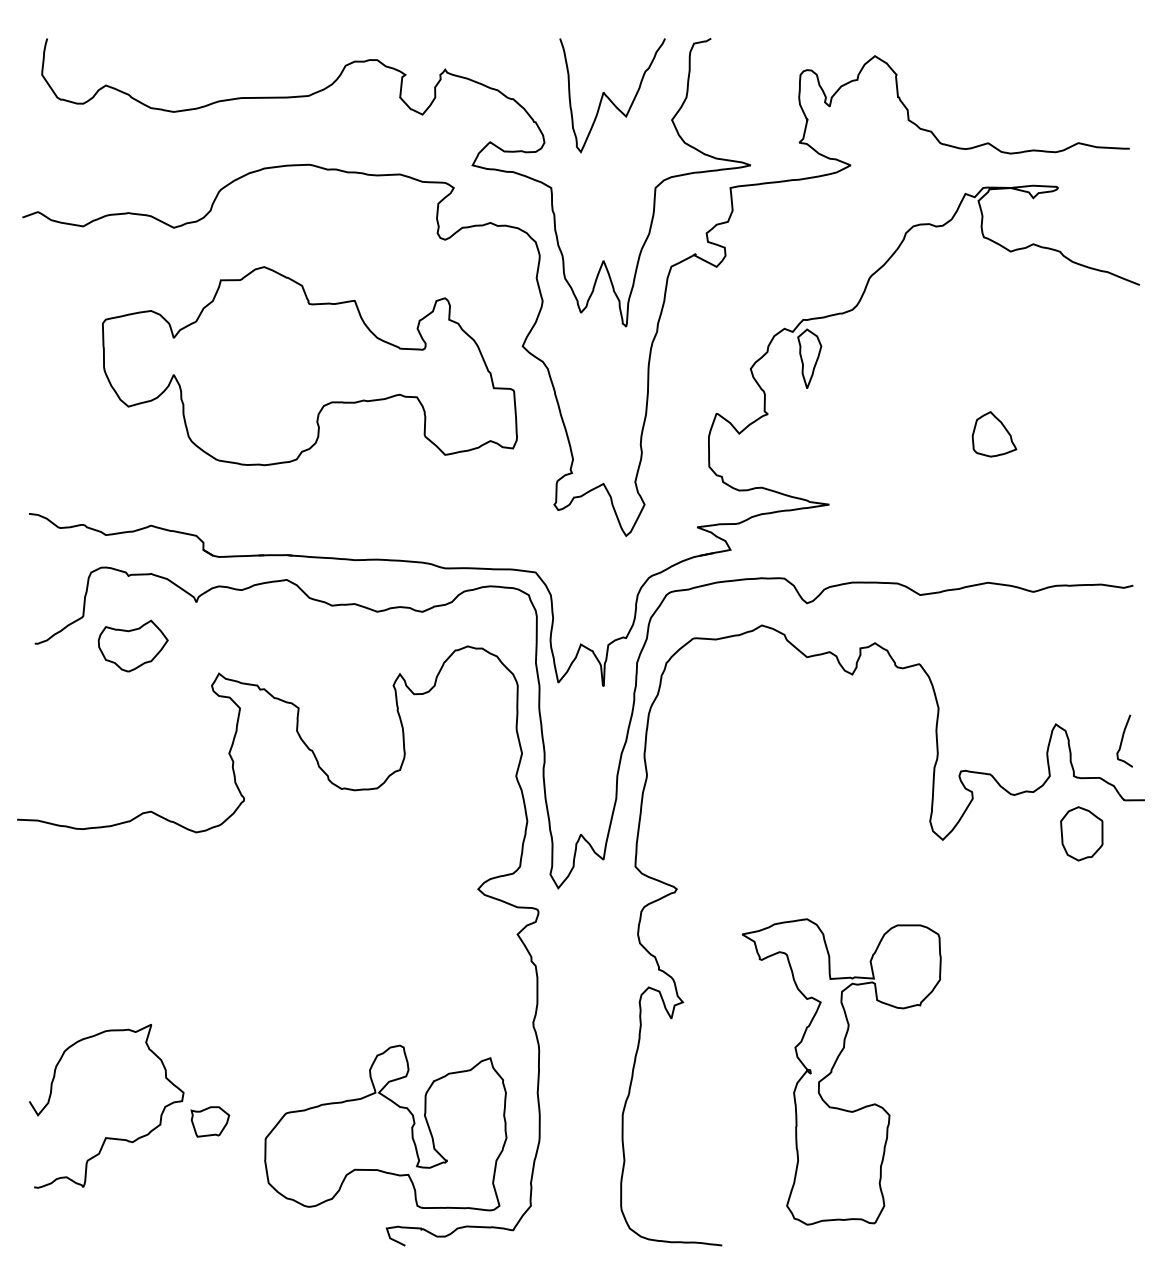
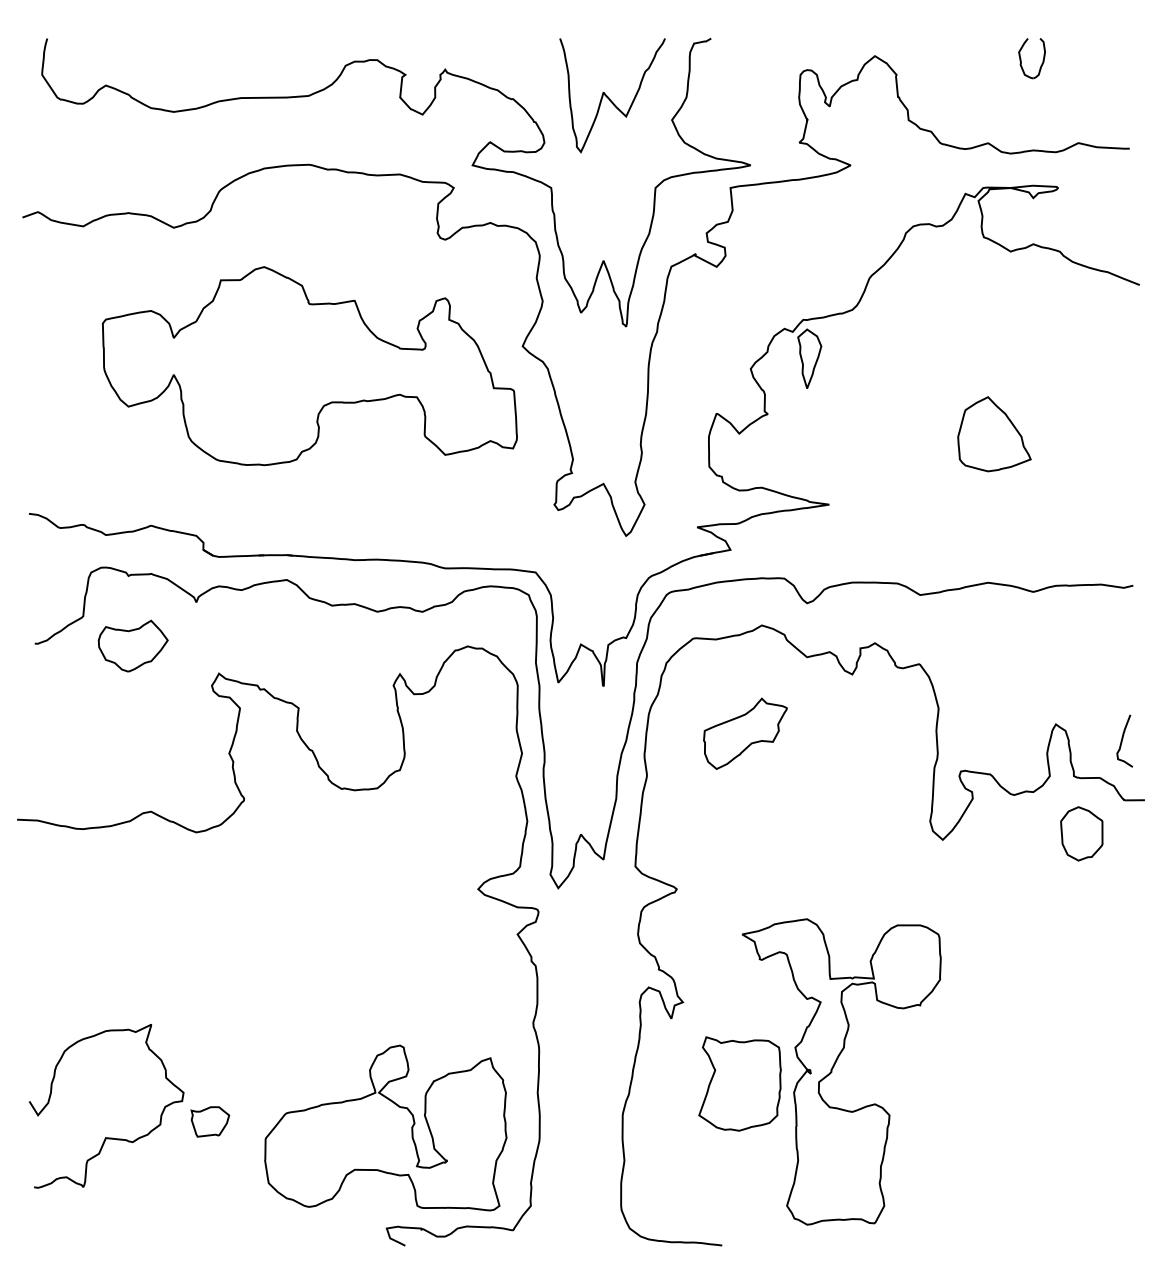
part at (1021, 58): none -> present
part at (994, 434) size: 47x47 px -> 75x77 px
part at (745, 733): none -> present
part at (739, 1083): none -> present
